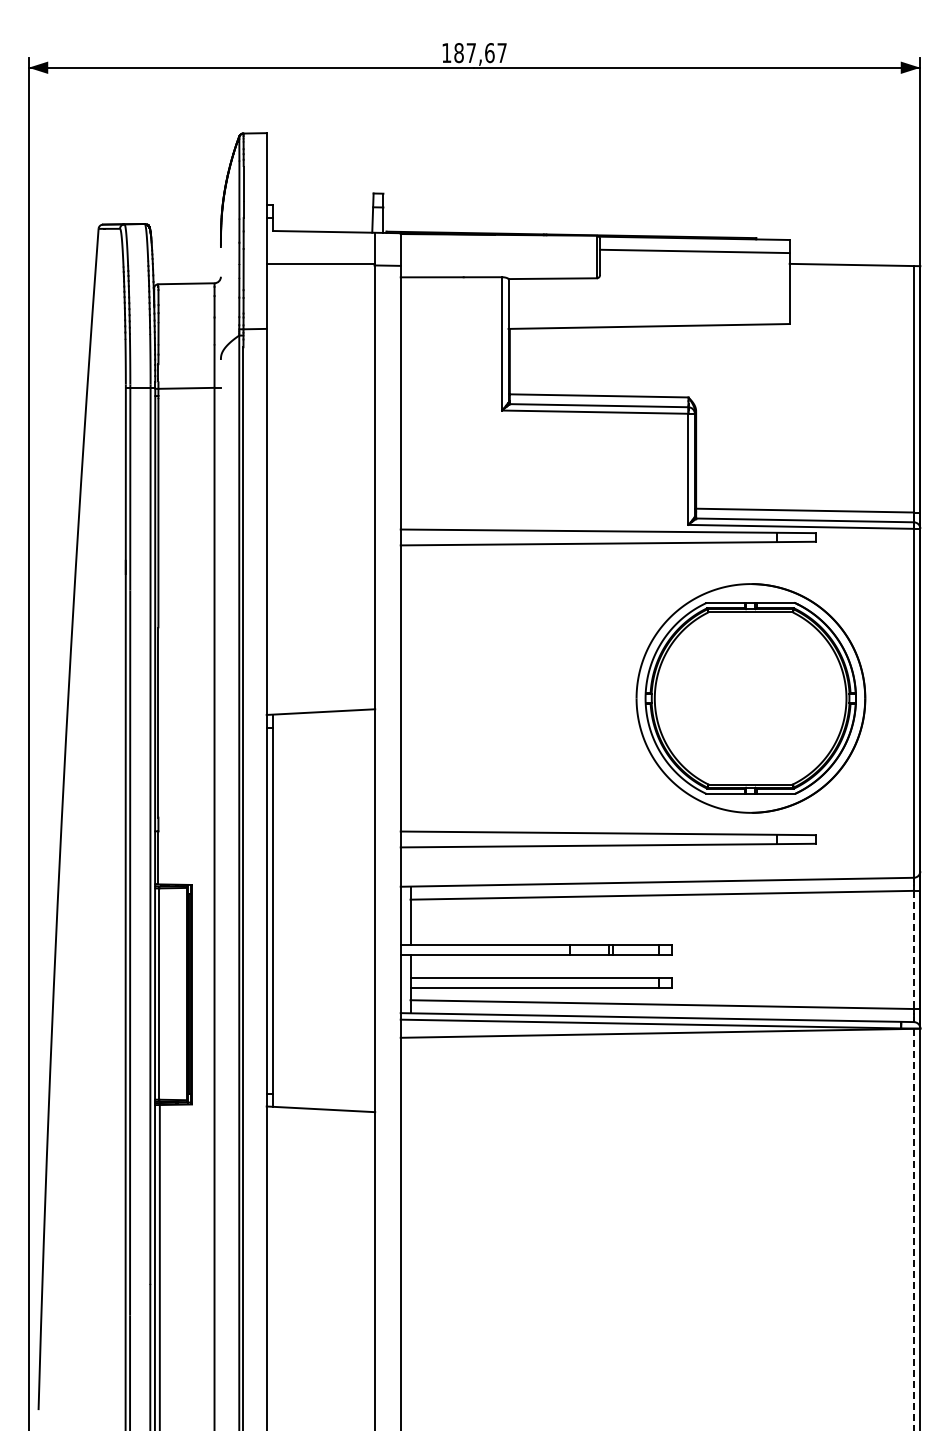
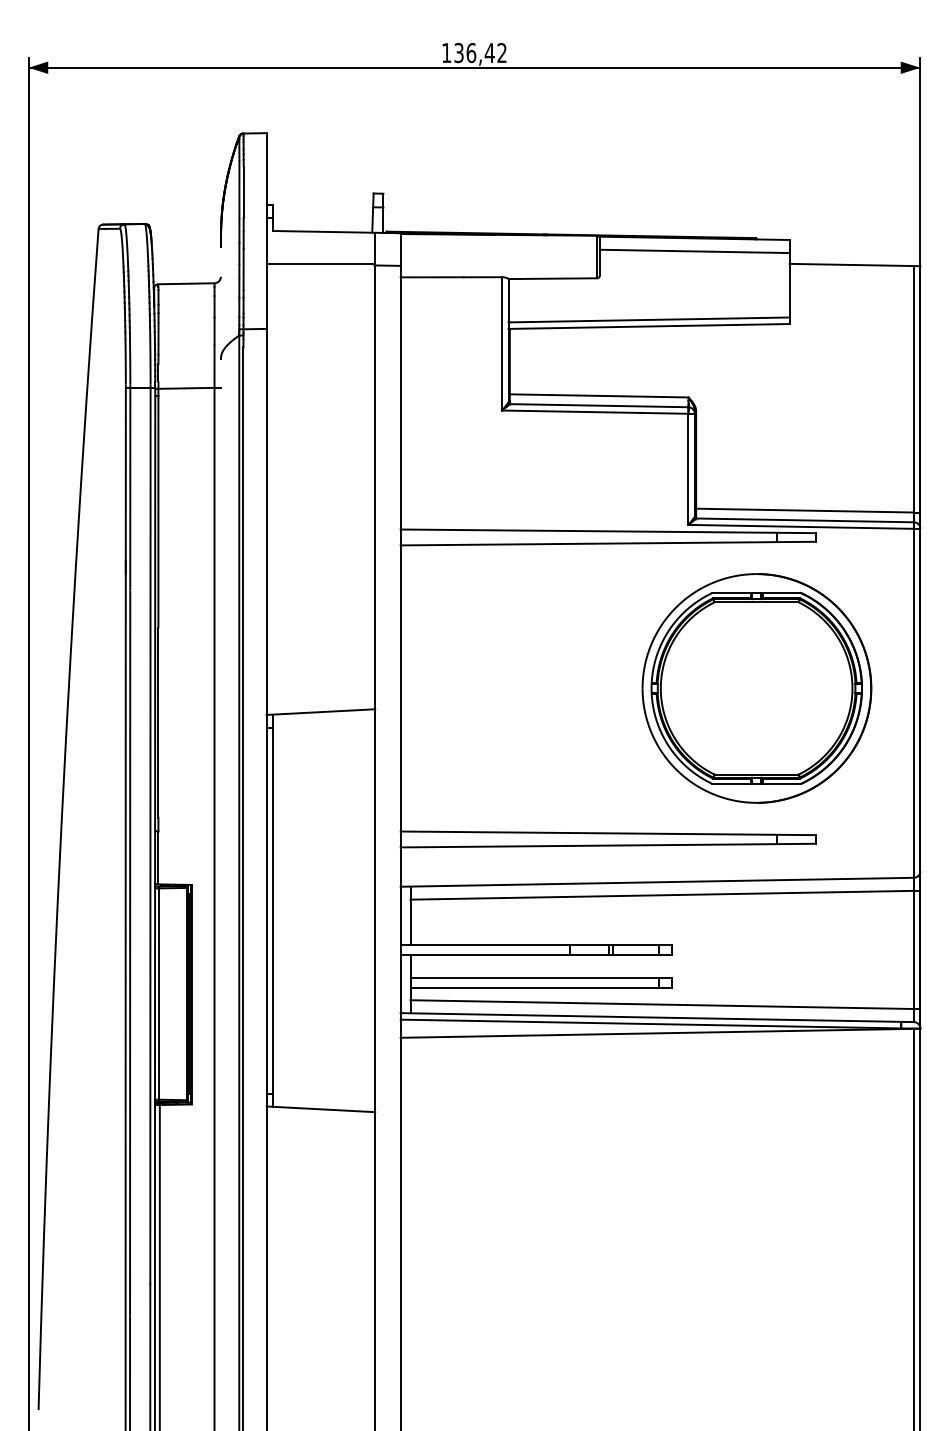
text at (480, 53): 187,67 -> 136,42
line at (648, 319): none -> present
part at (750, 698) position: (750, 698) -> (756, 688)
line at (913, 950): dashed -> solid
line at (913, 1229): dashed -> solid
